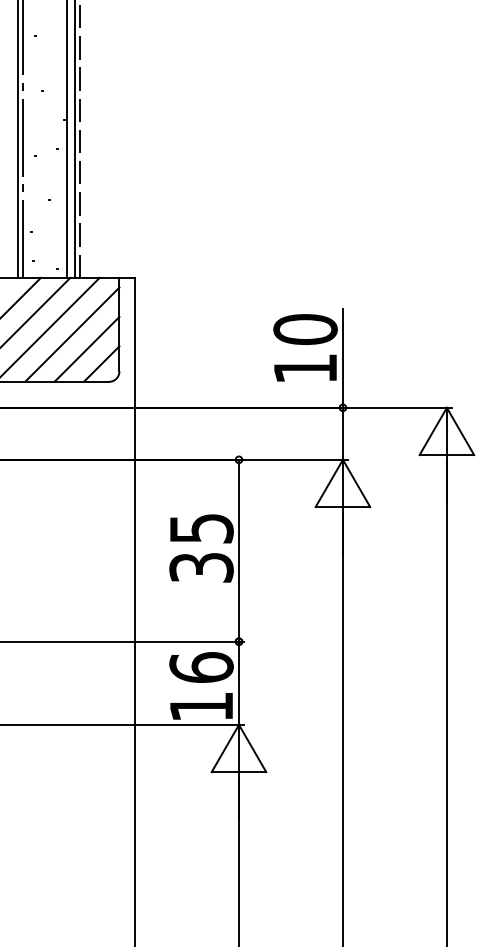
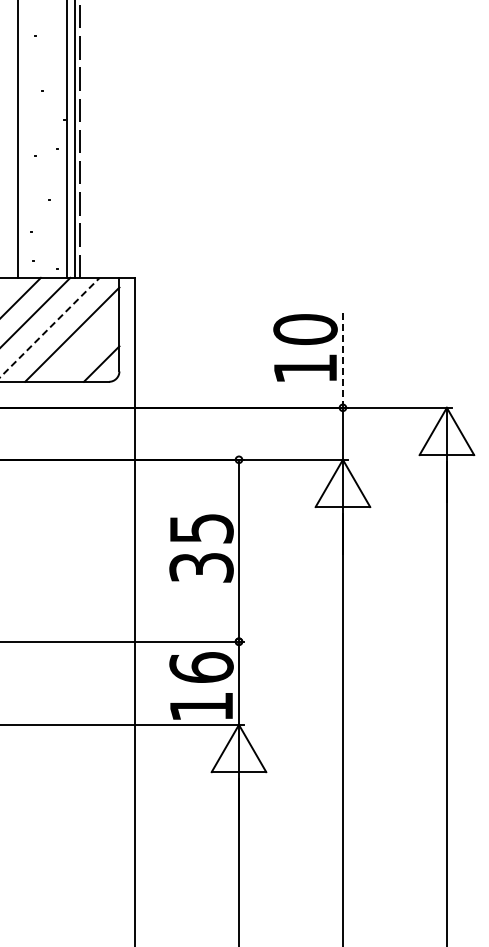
line at (23, 139): present -> none
line at (50, 327): solid -> dashed
line at (86, 348): present -> none
line at (342, 357): solid -> dashed
